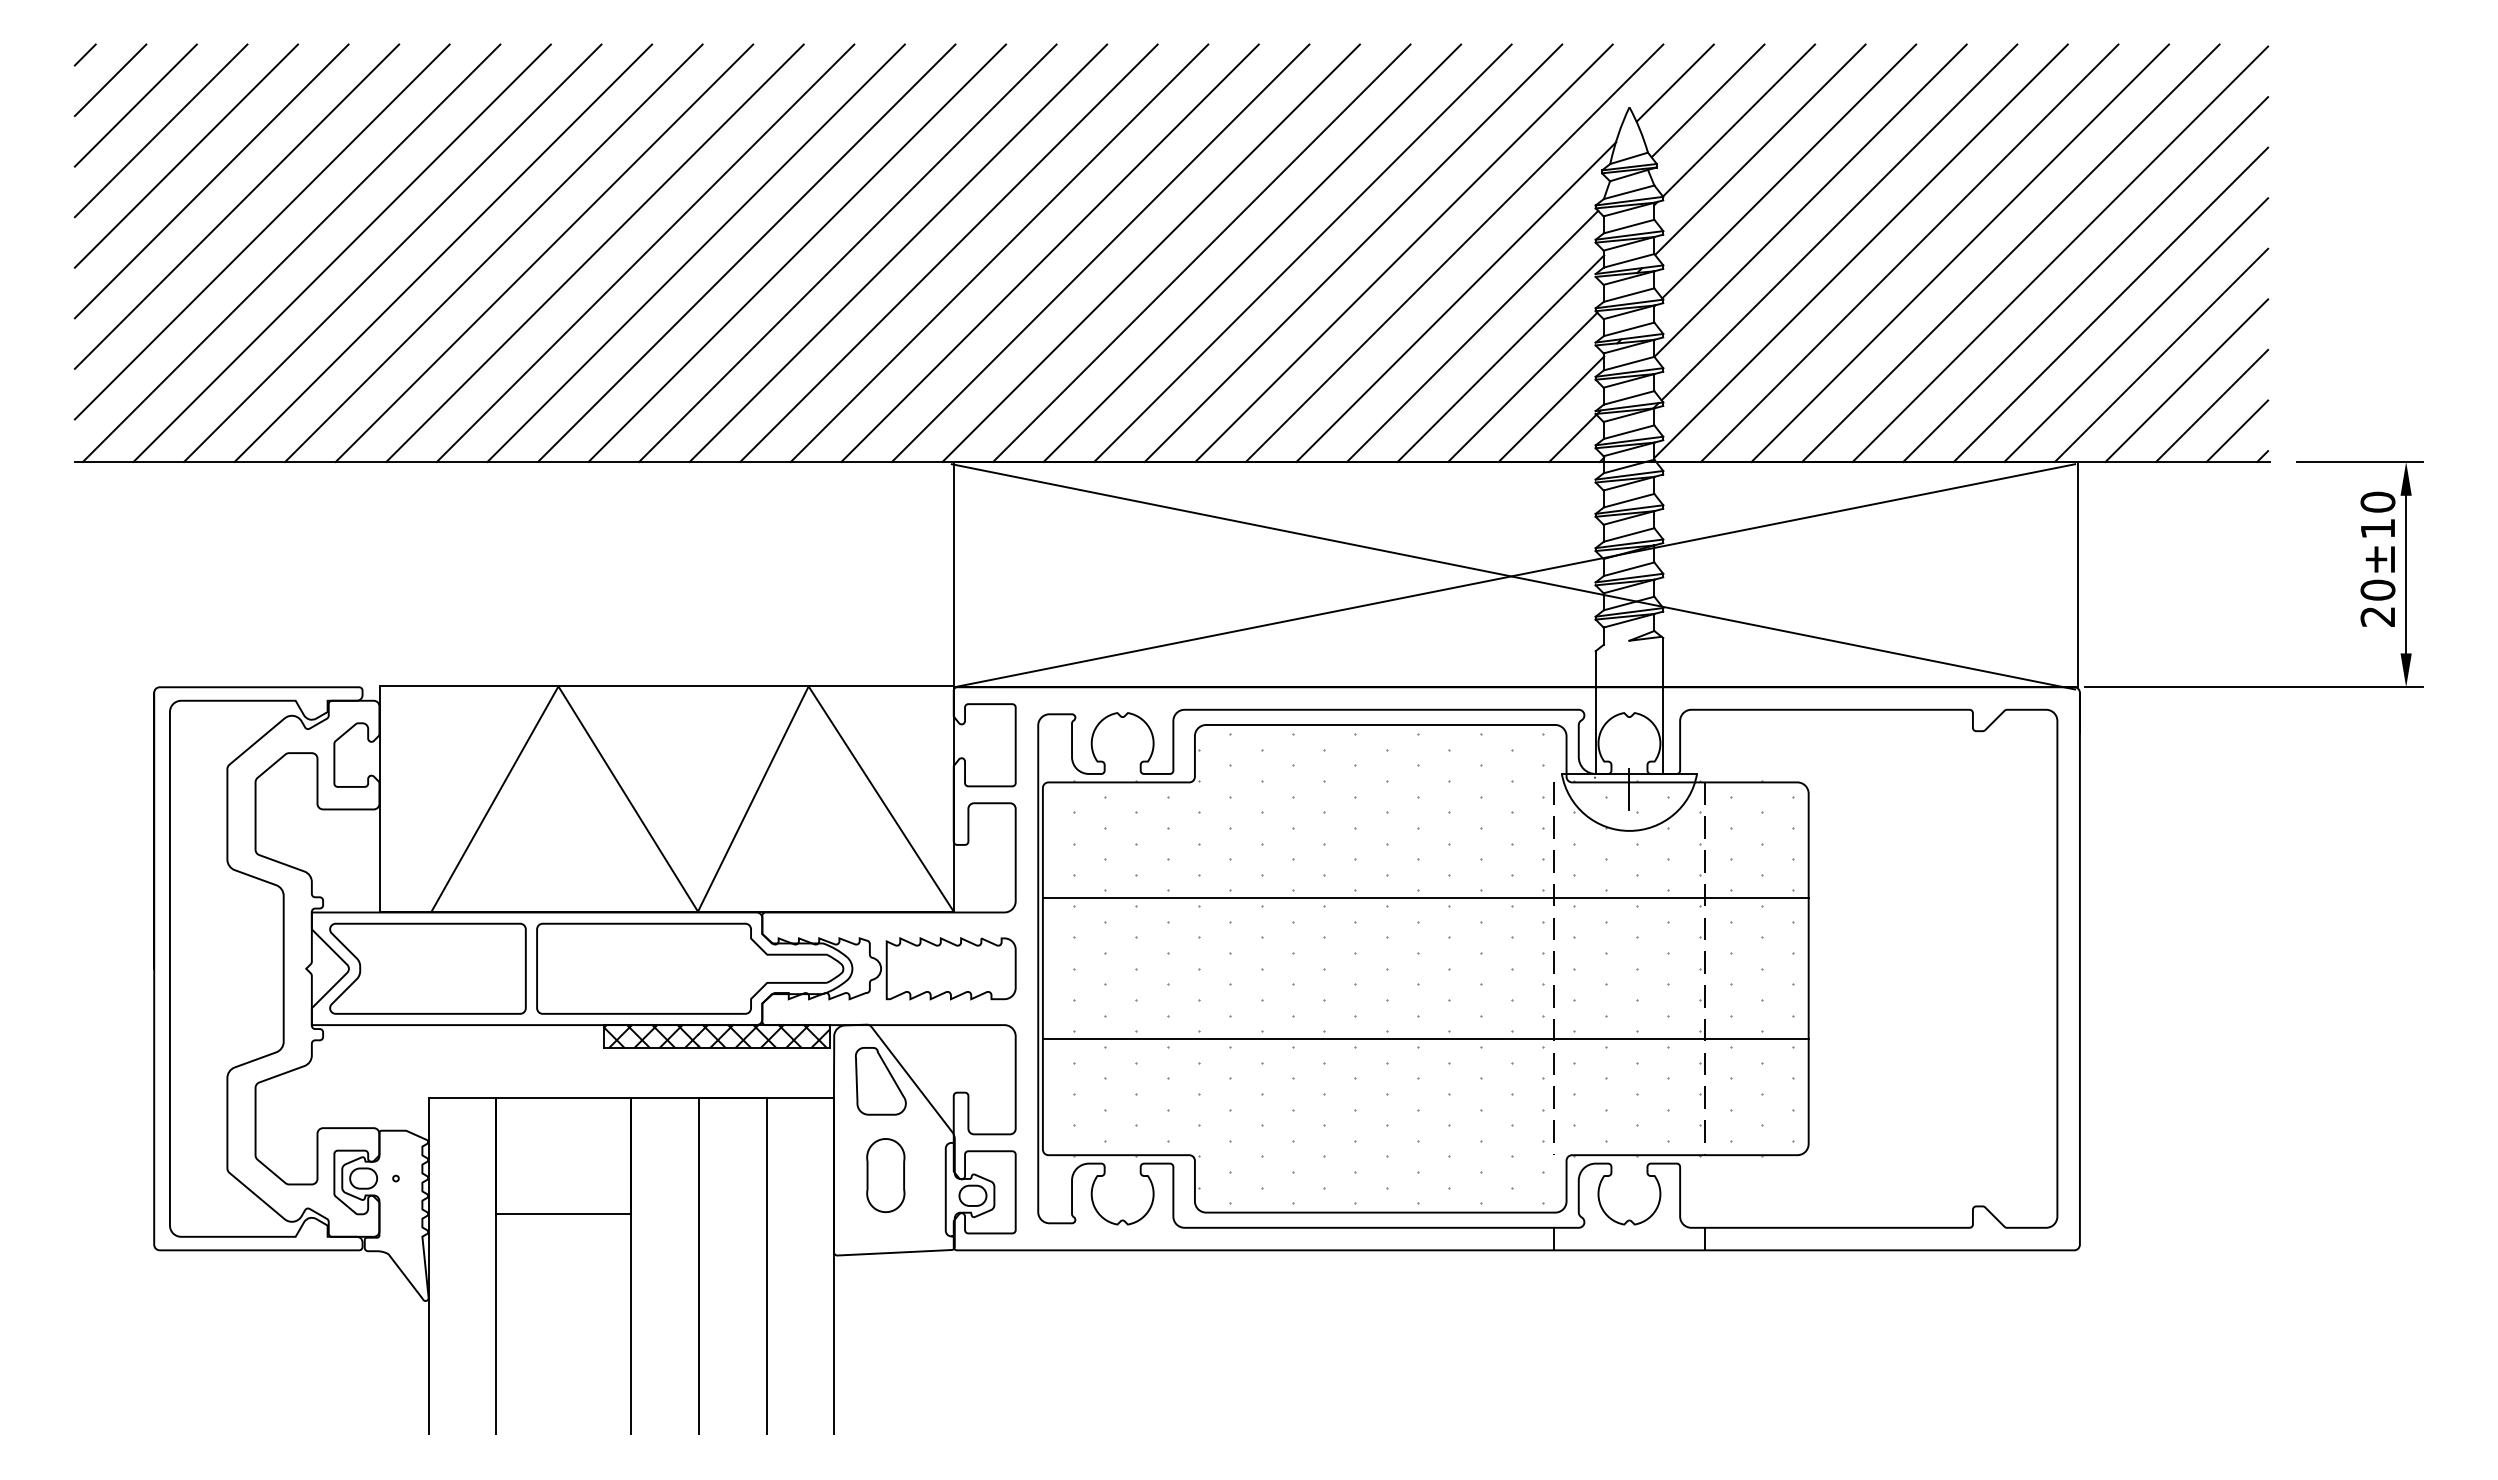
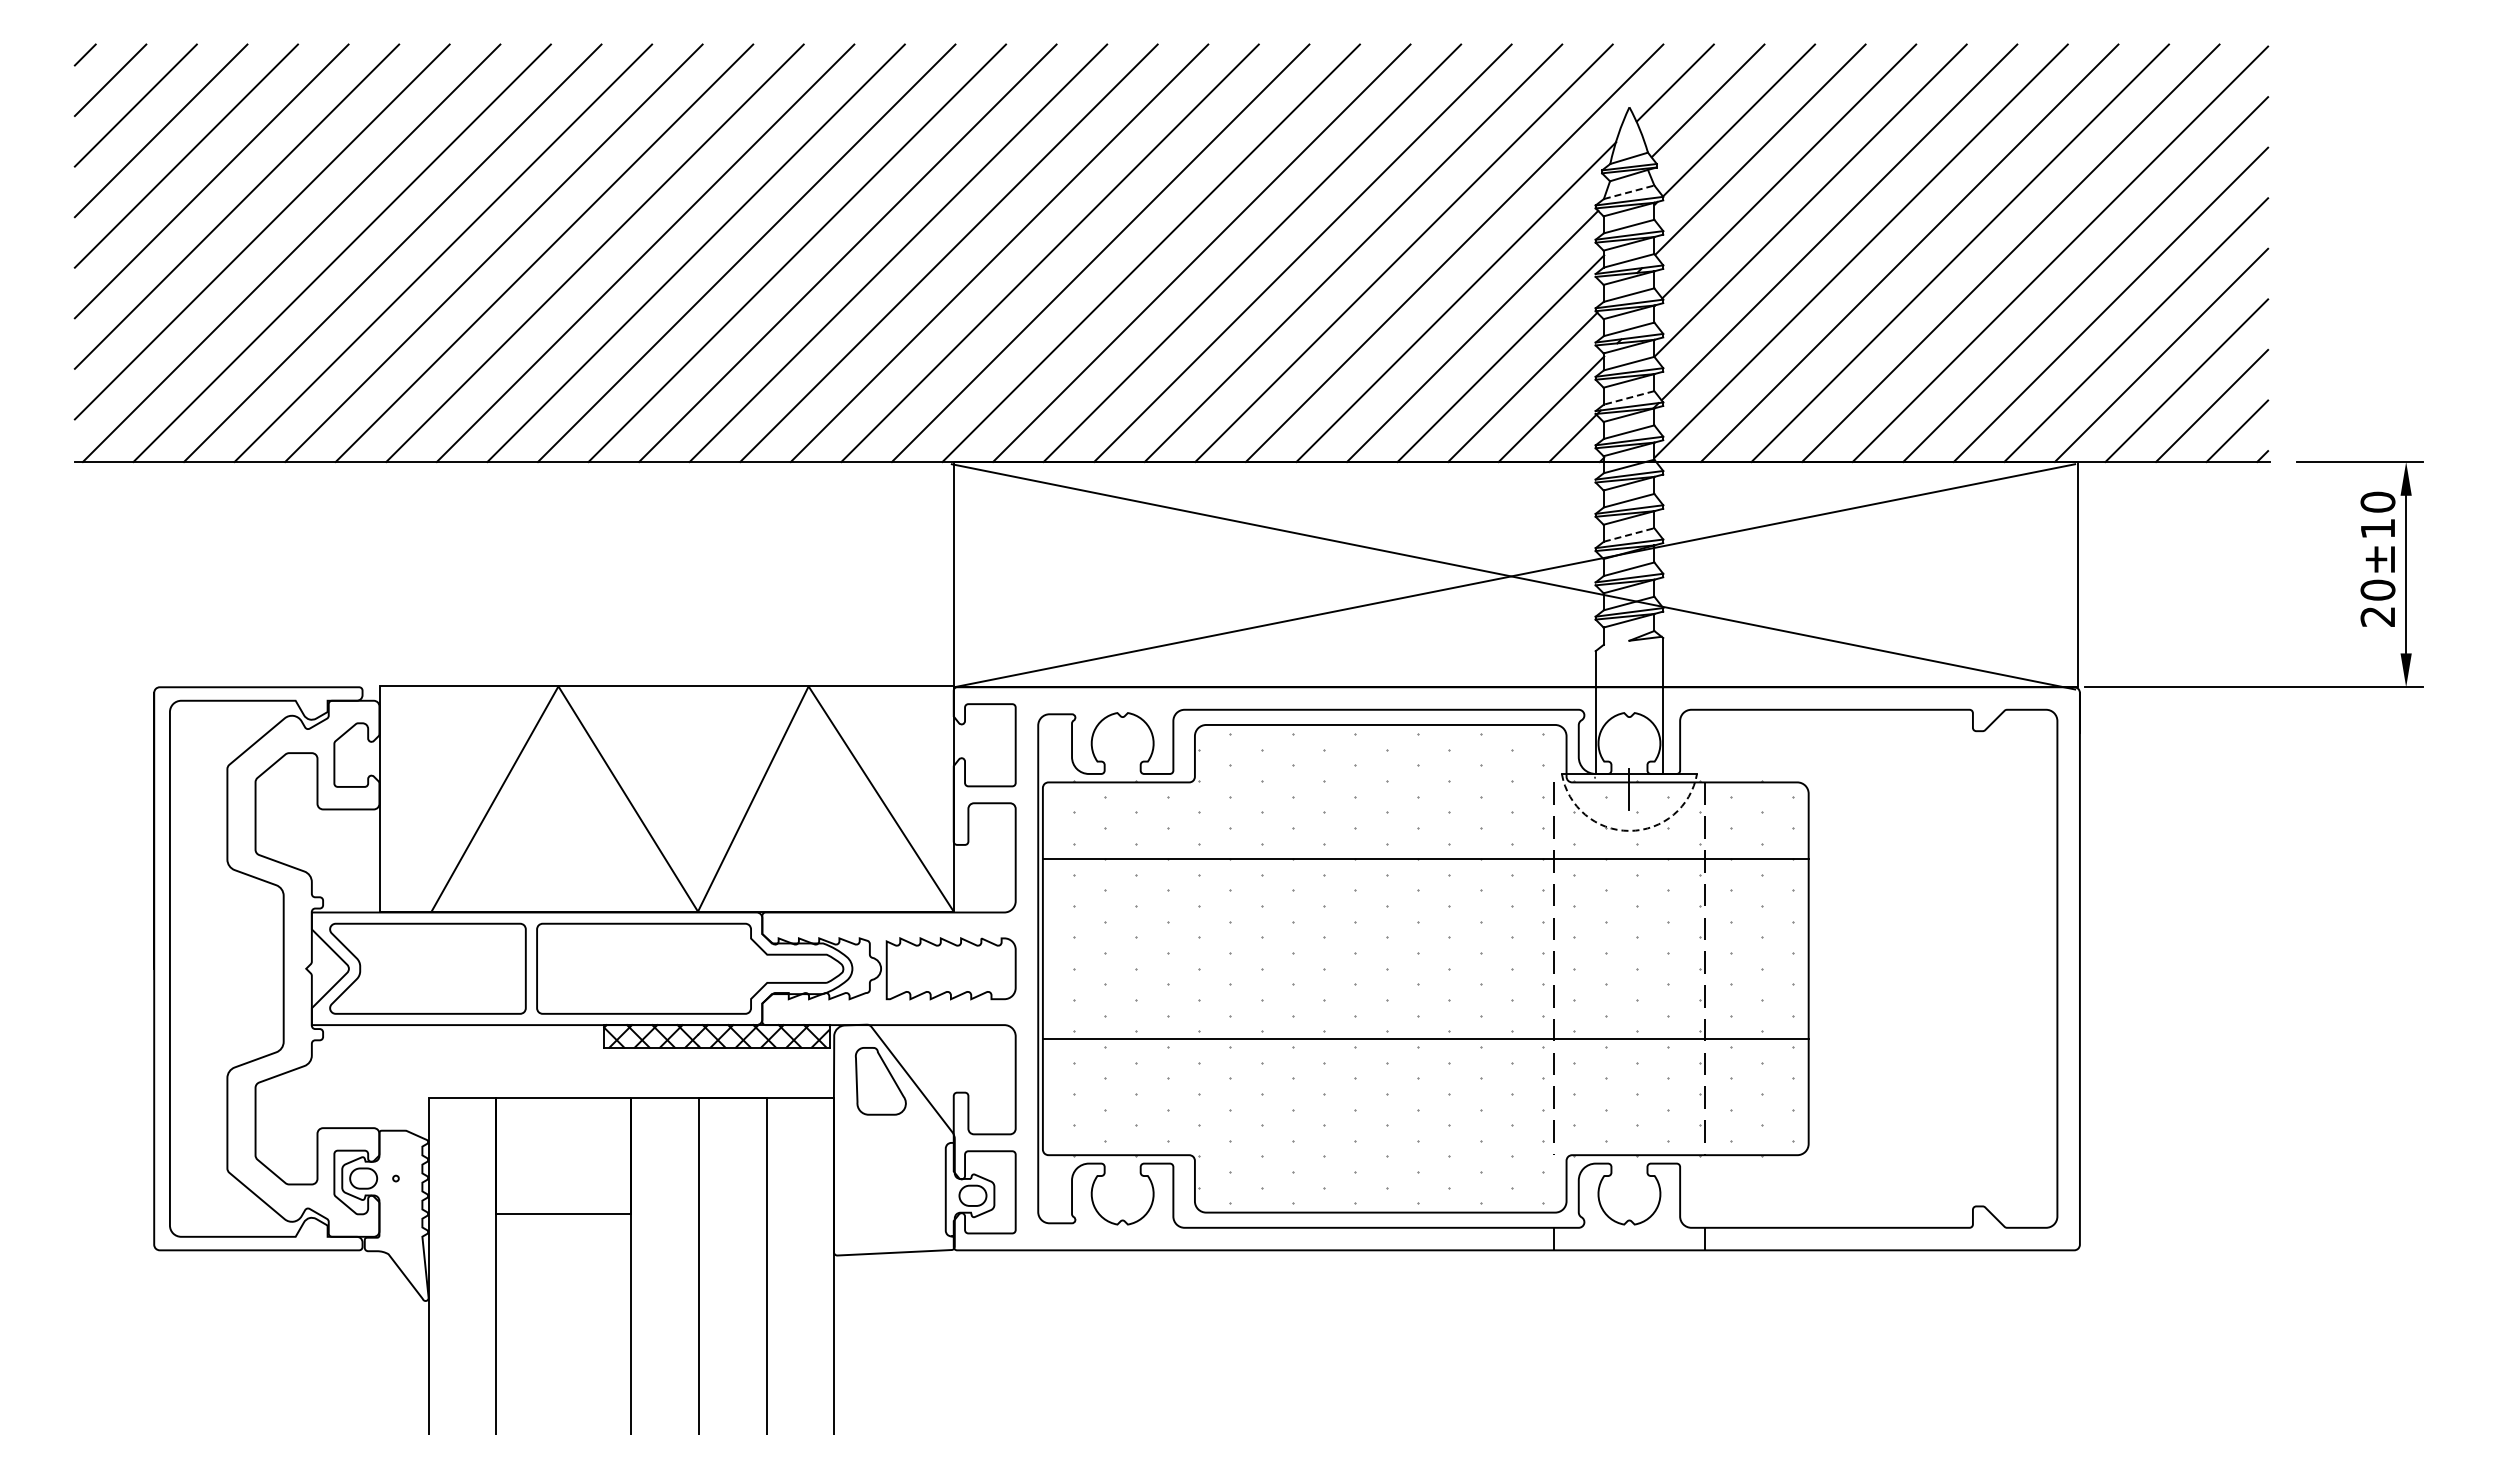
line at (1629, 192): solid -> dashed
line at (1628, 398): solid -> dashed
line at (1629, 534): solid -> dashed
arc at (1629, 830): solid -> dashed
line at (1425, 898) position: (1425, 898) -> (1425, 859)
part at (885, 1175): present -> none
